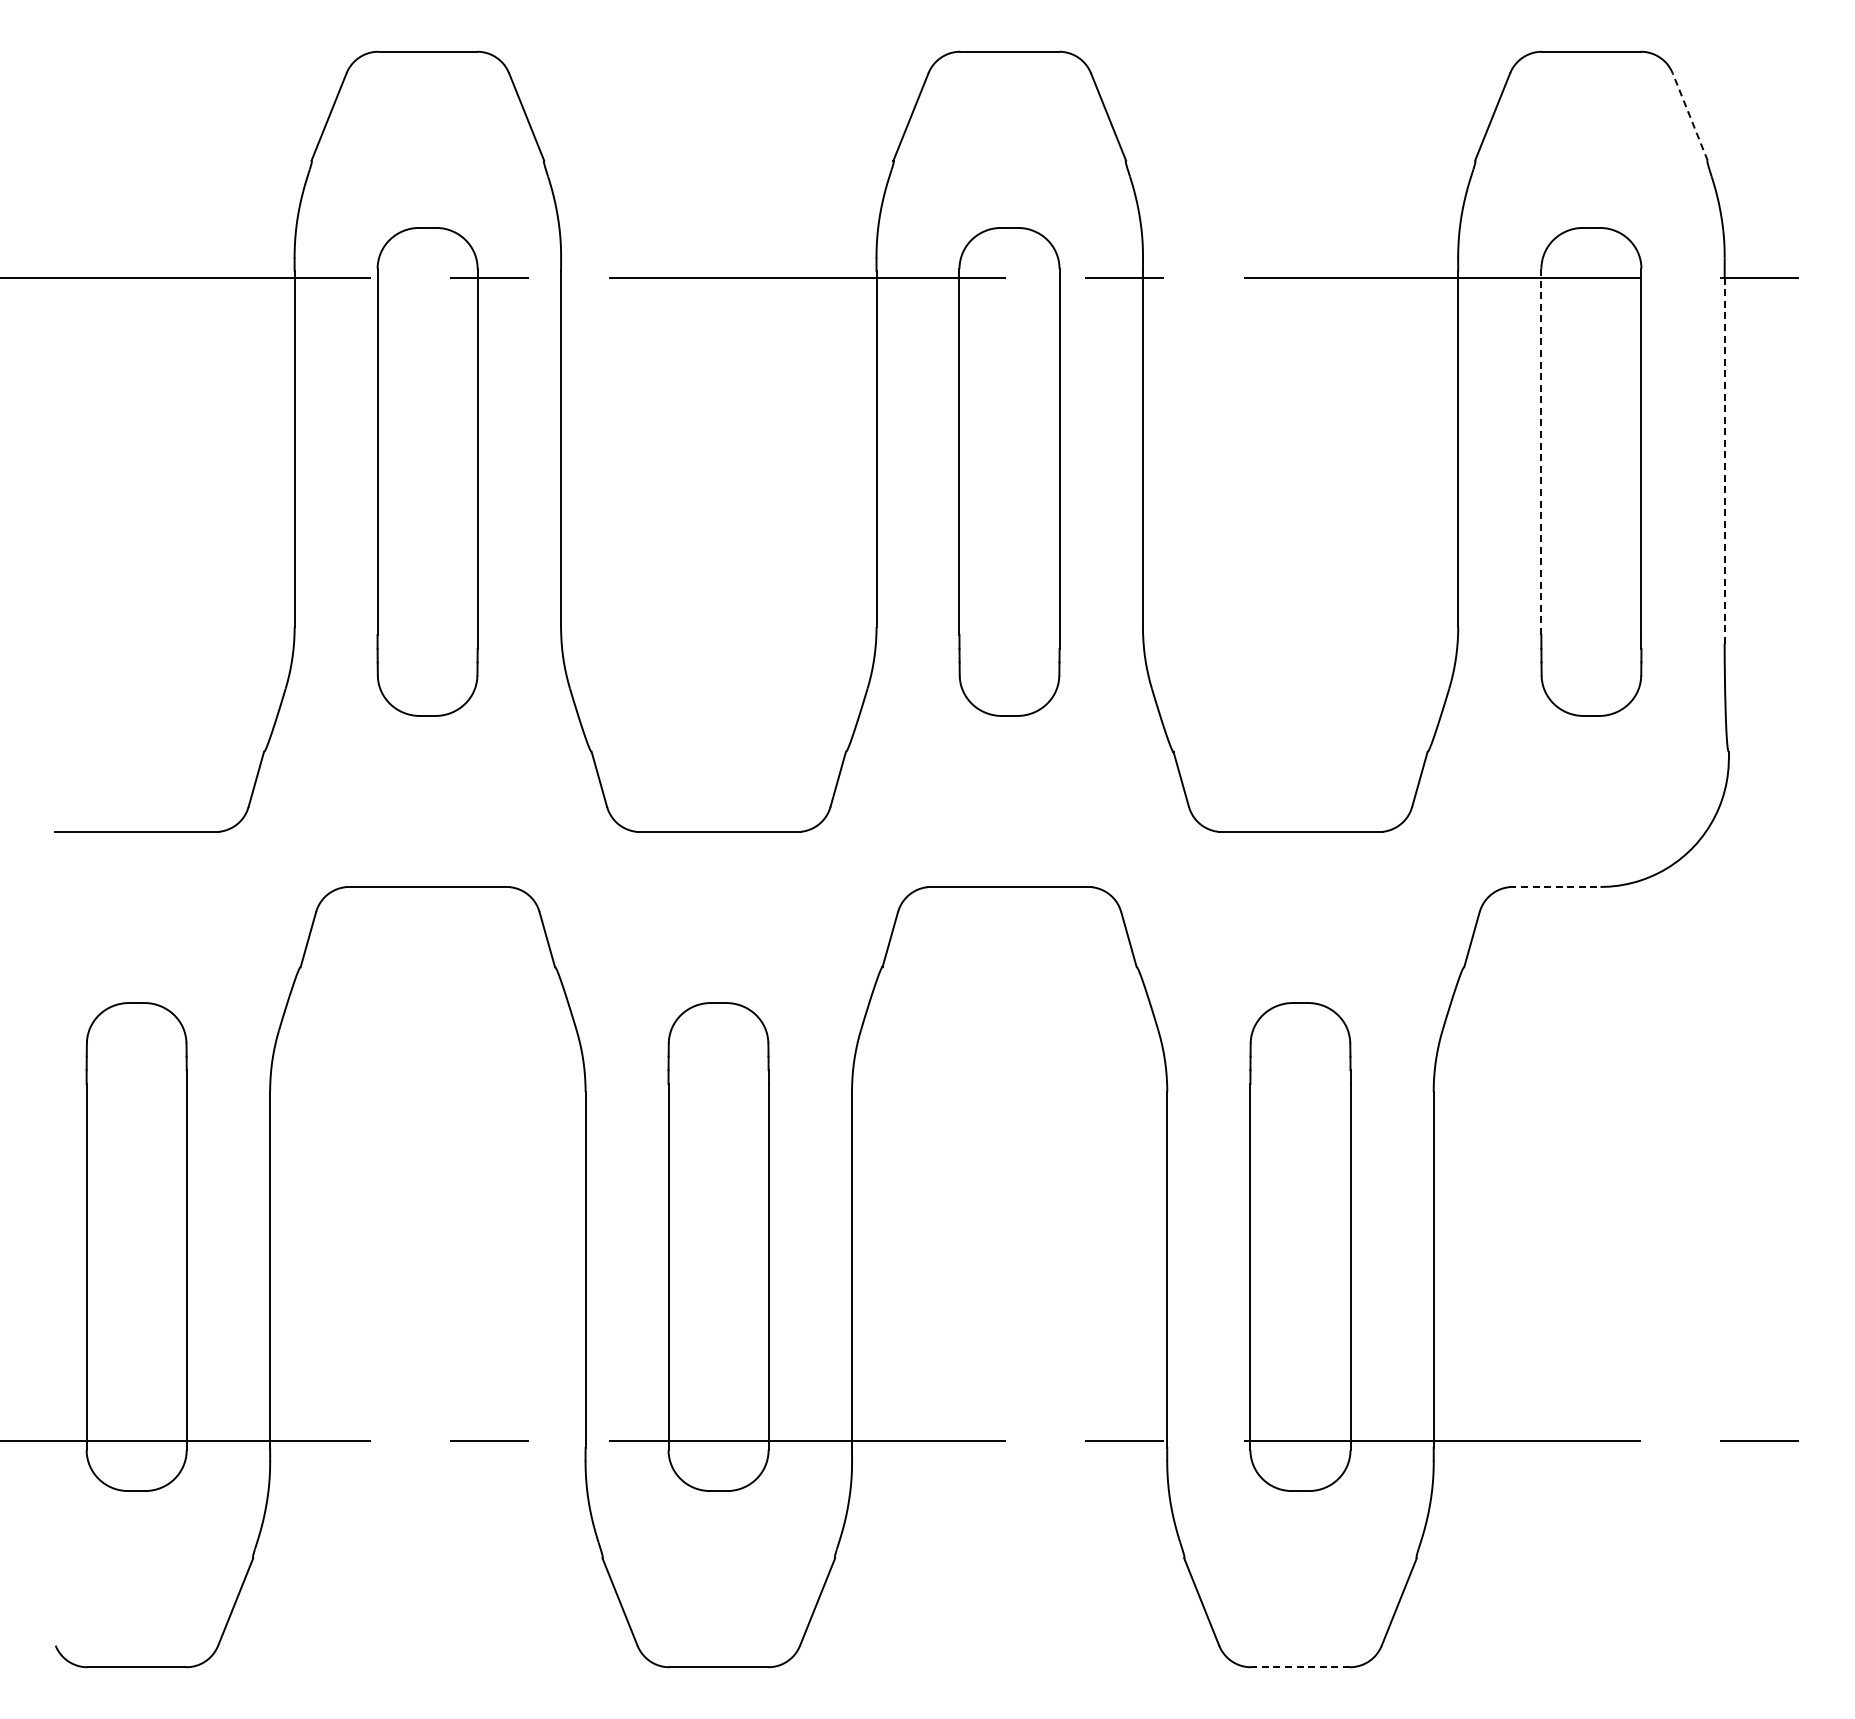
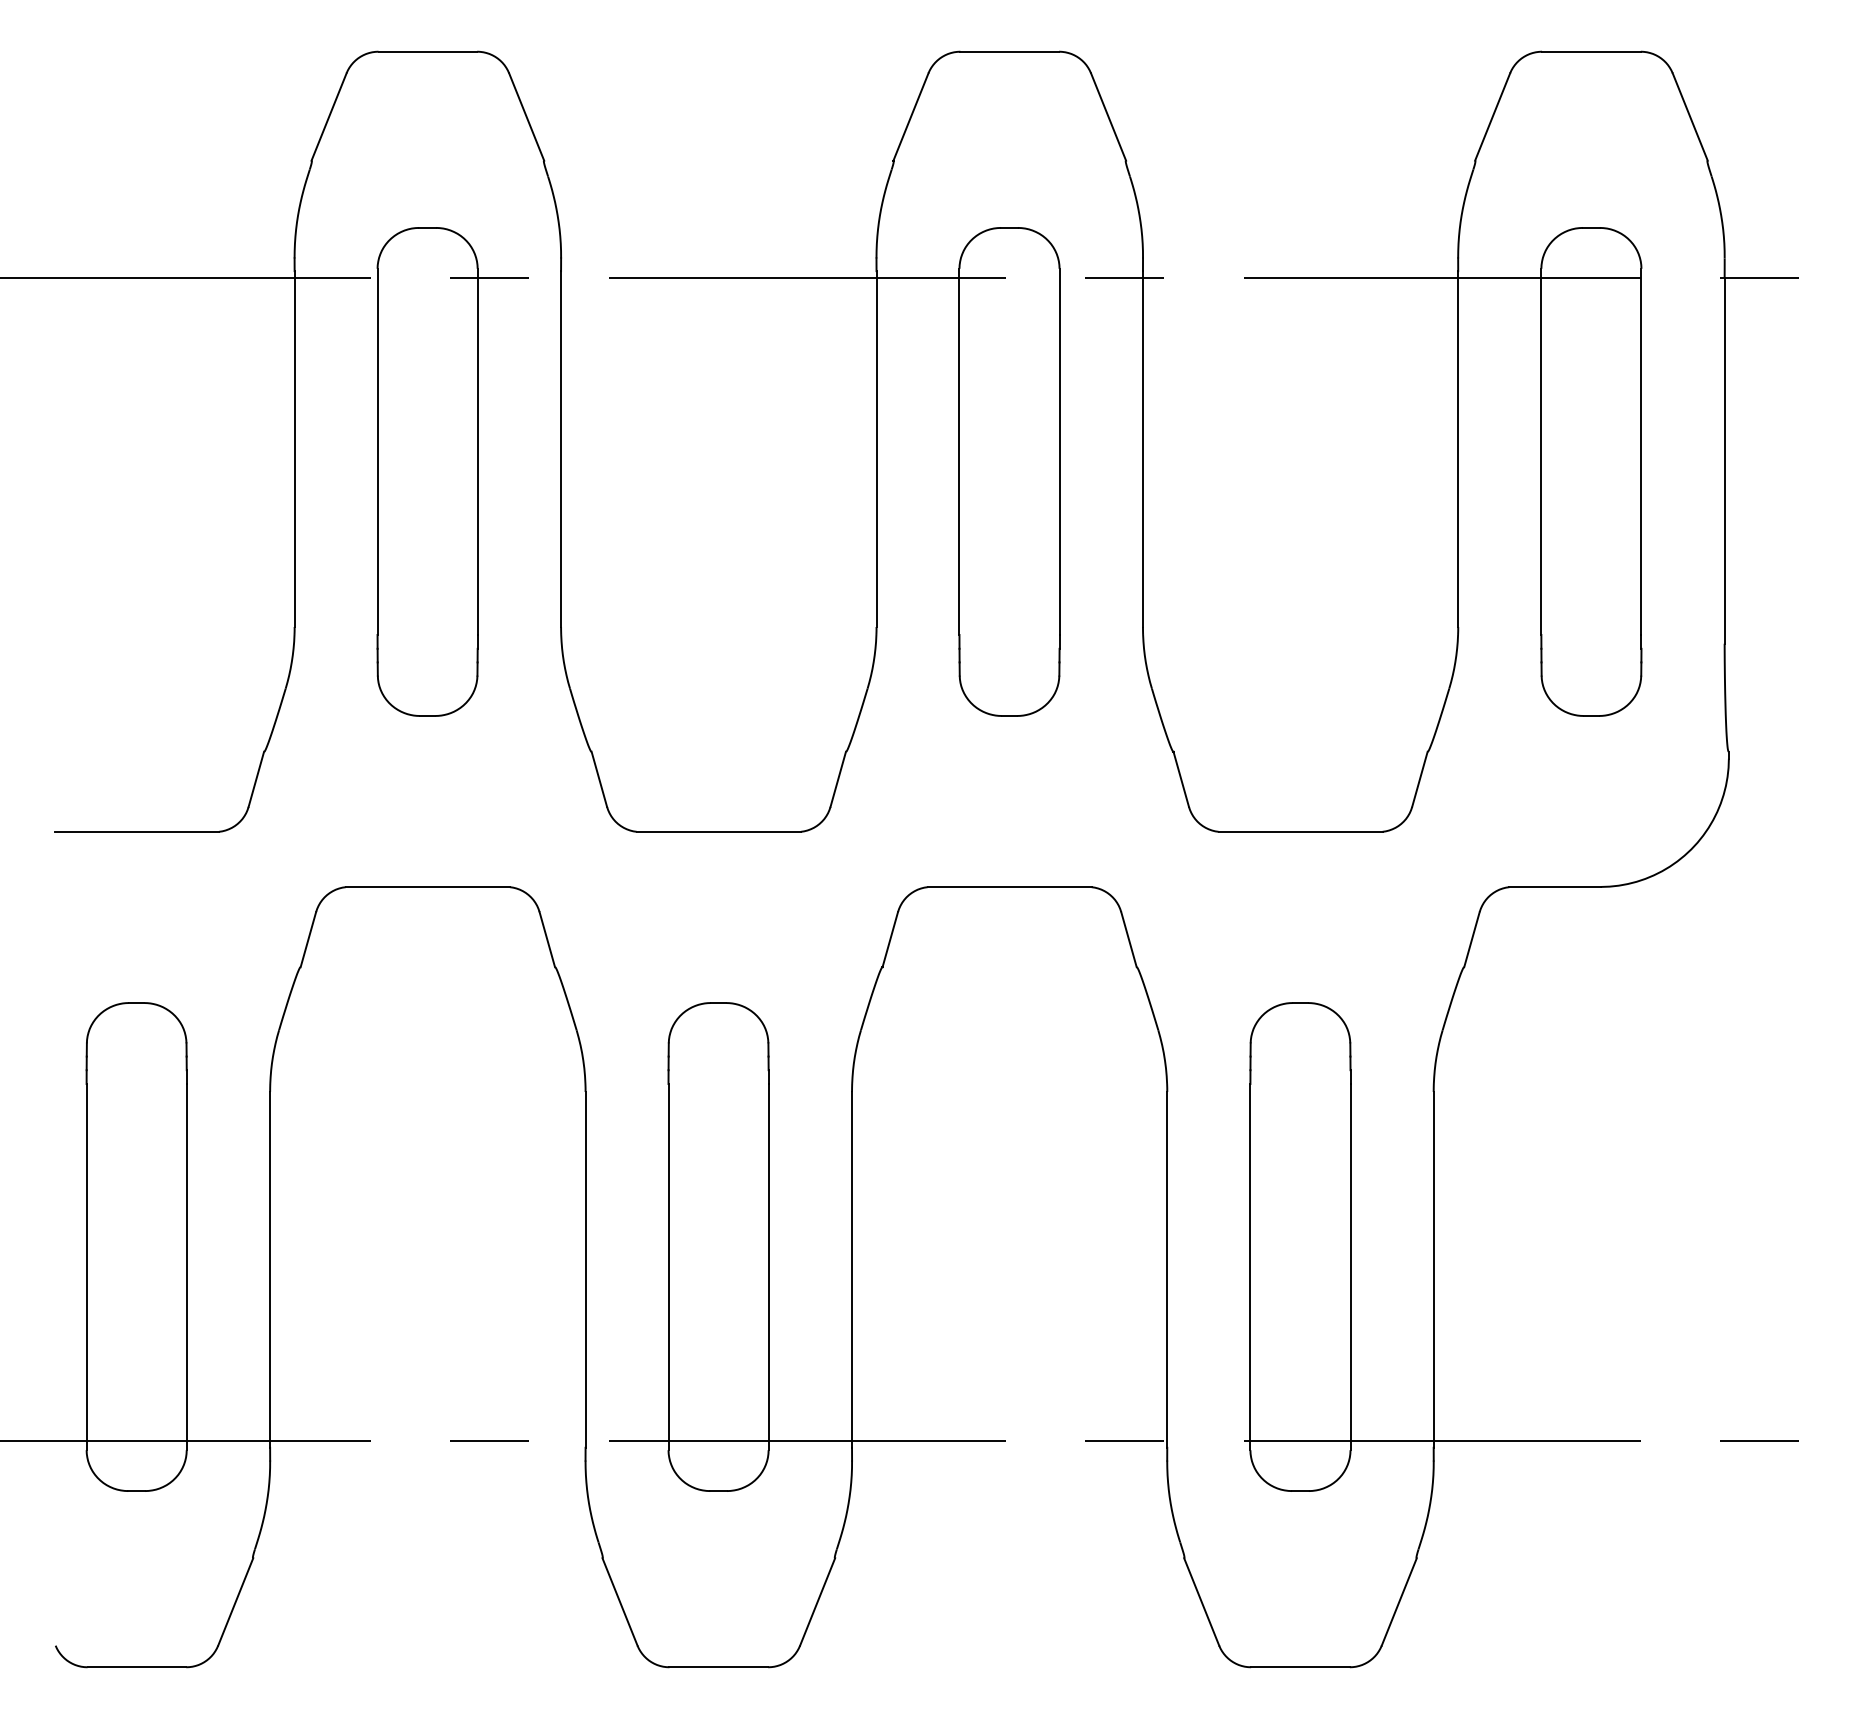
line at (1690, 116): dashed -> solid
line at (1541, 451): dashed -> solid
line at (1724, 460): dashed -> solid
line at (1554, 886): dashed -> solid
line at (1300, 1667): dashed -> solid
